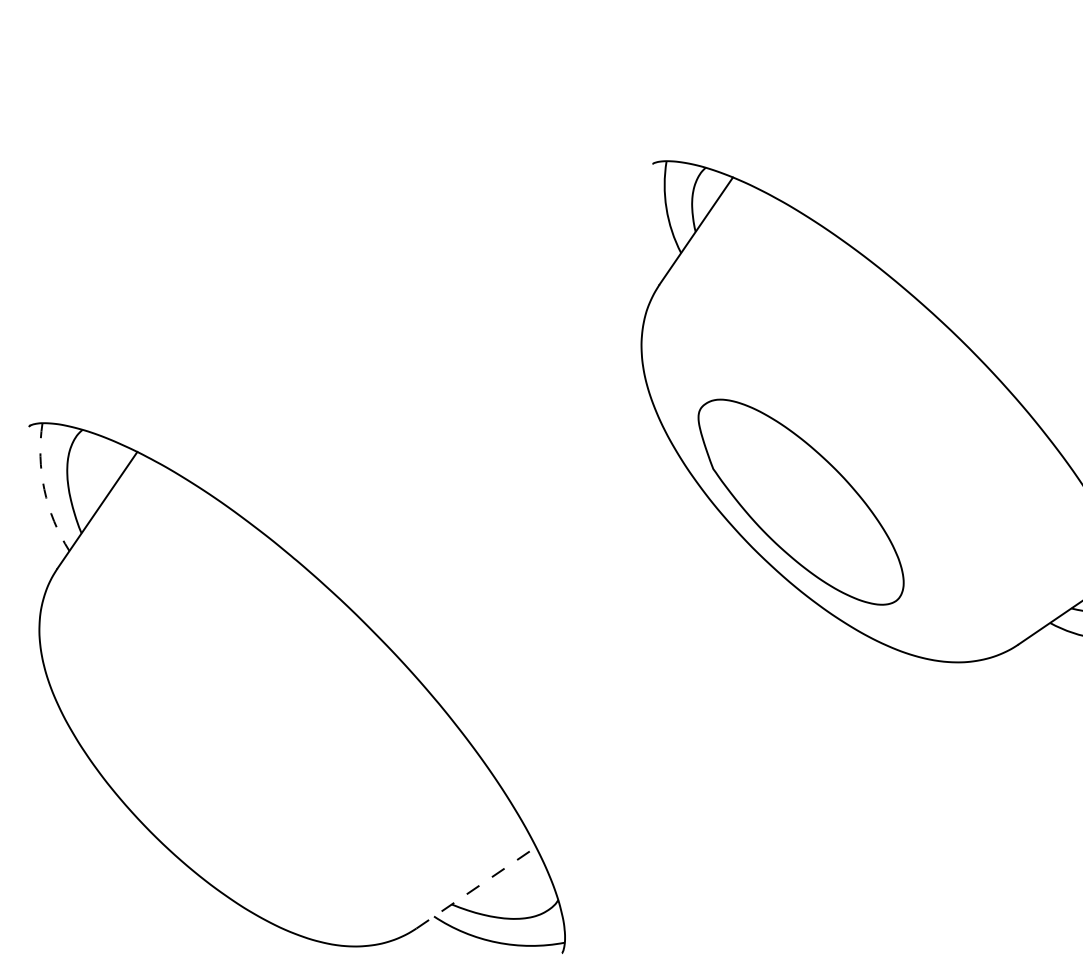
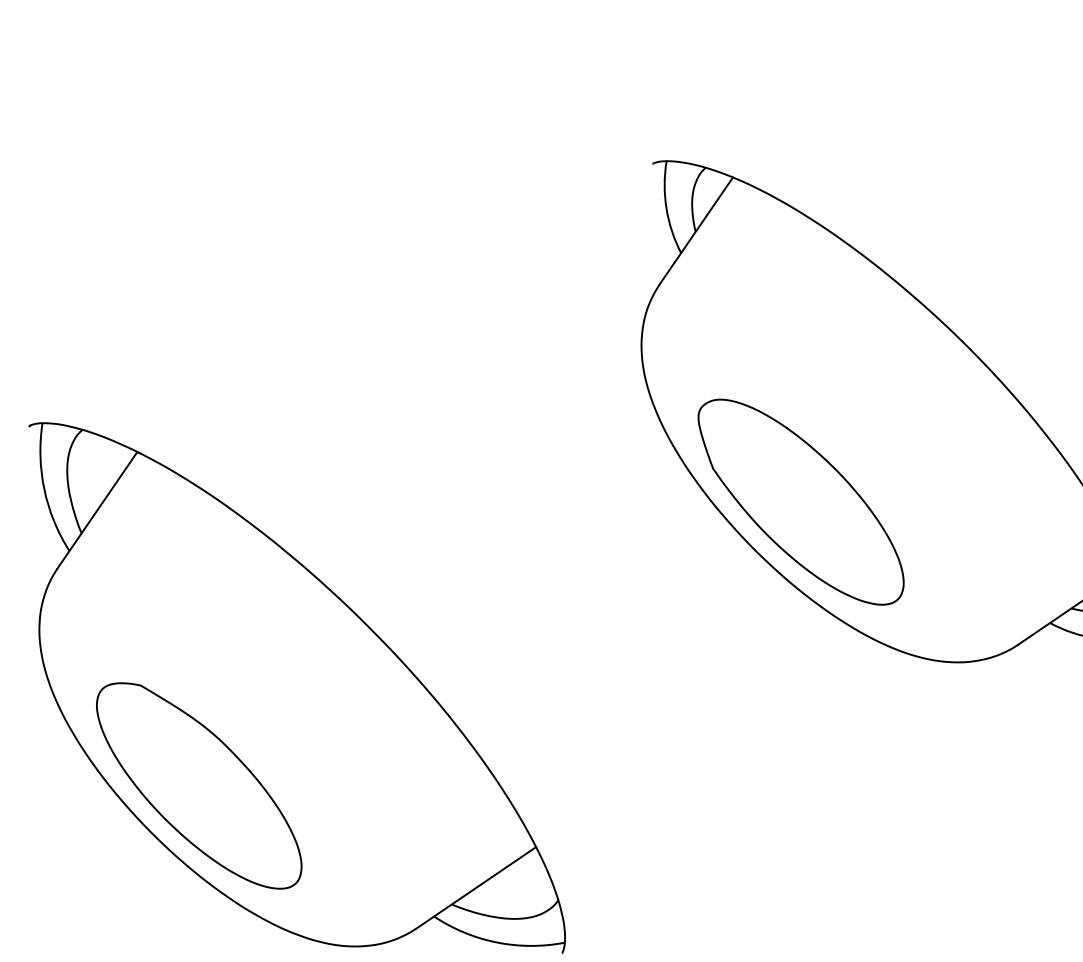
arc at (44, 489): dashed -> solid
part at (199, 785): none -> present
line at (476, 887): dashed -> solid
